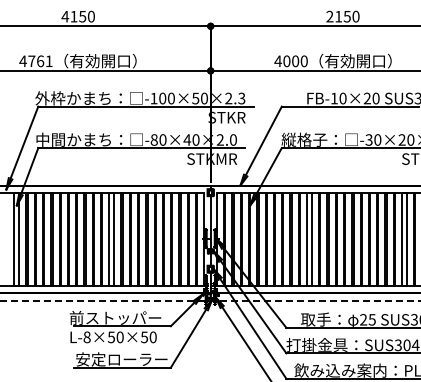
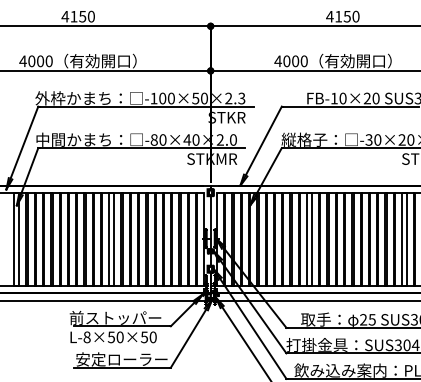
text at (329, 16): 2150 -> 4150
text at (40, 61): 4761 -> 4000
line at (210, 301): dashed -> solid
